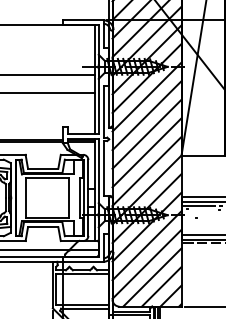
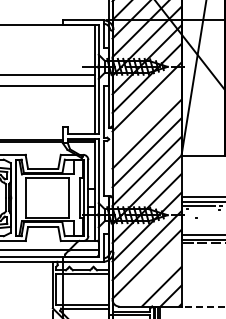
line at (48, 92) position: (48, 92) -> (48, 85)
line at (146, 115): present -> none
line at (152, 277): present -> none
line at (205, 306): solid -> dashed
